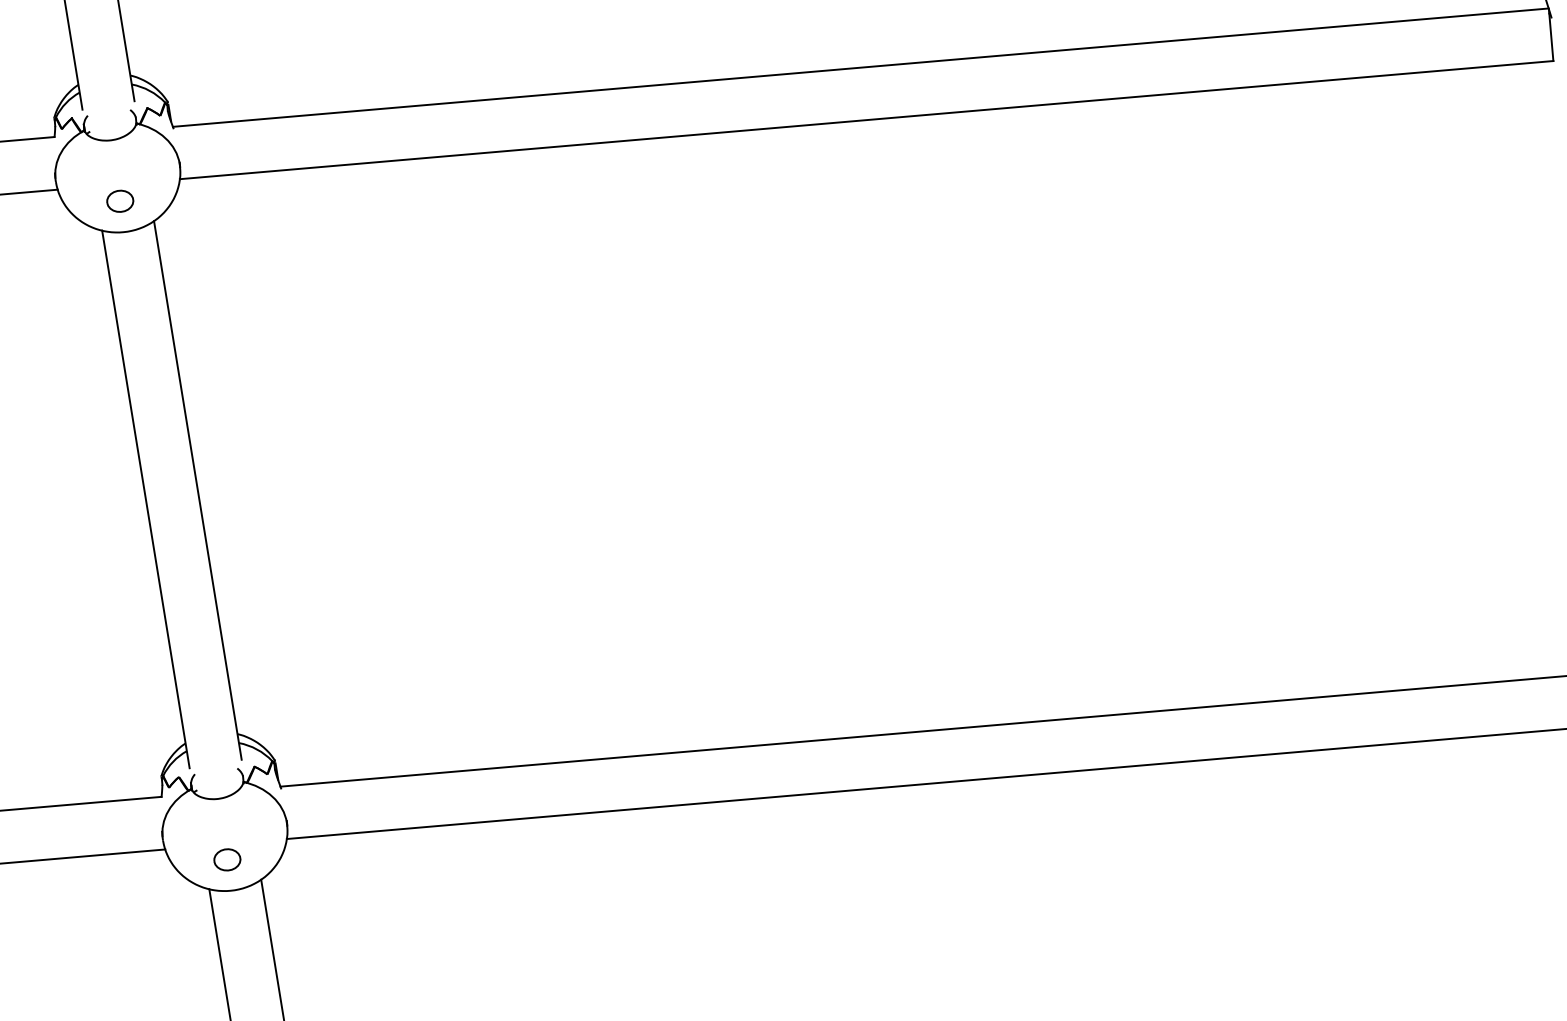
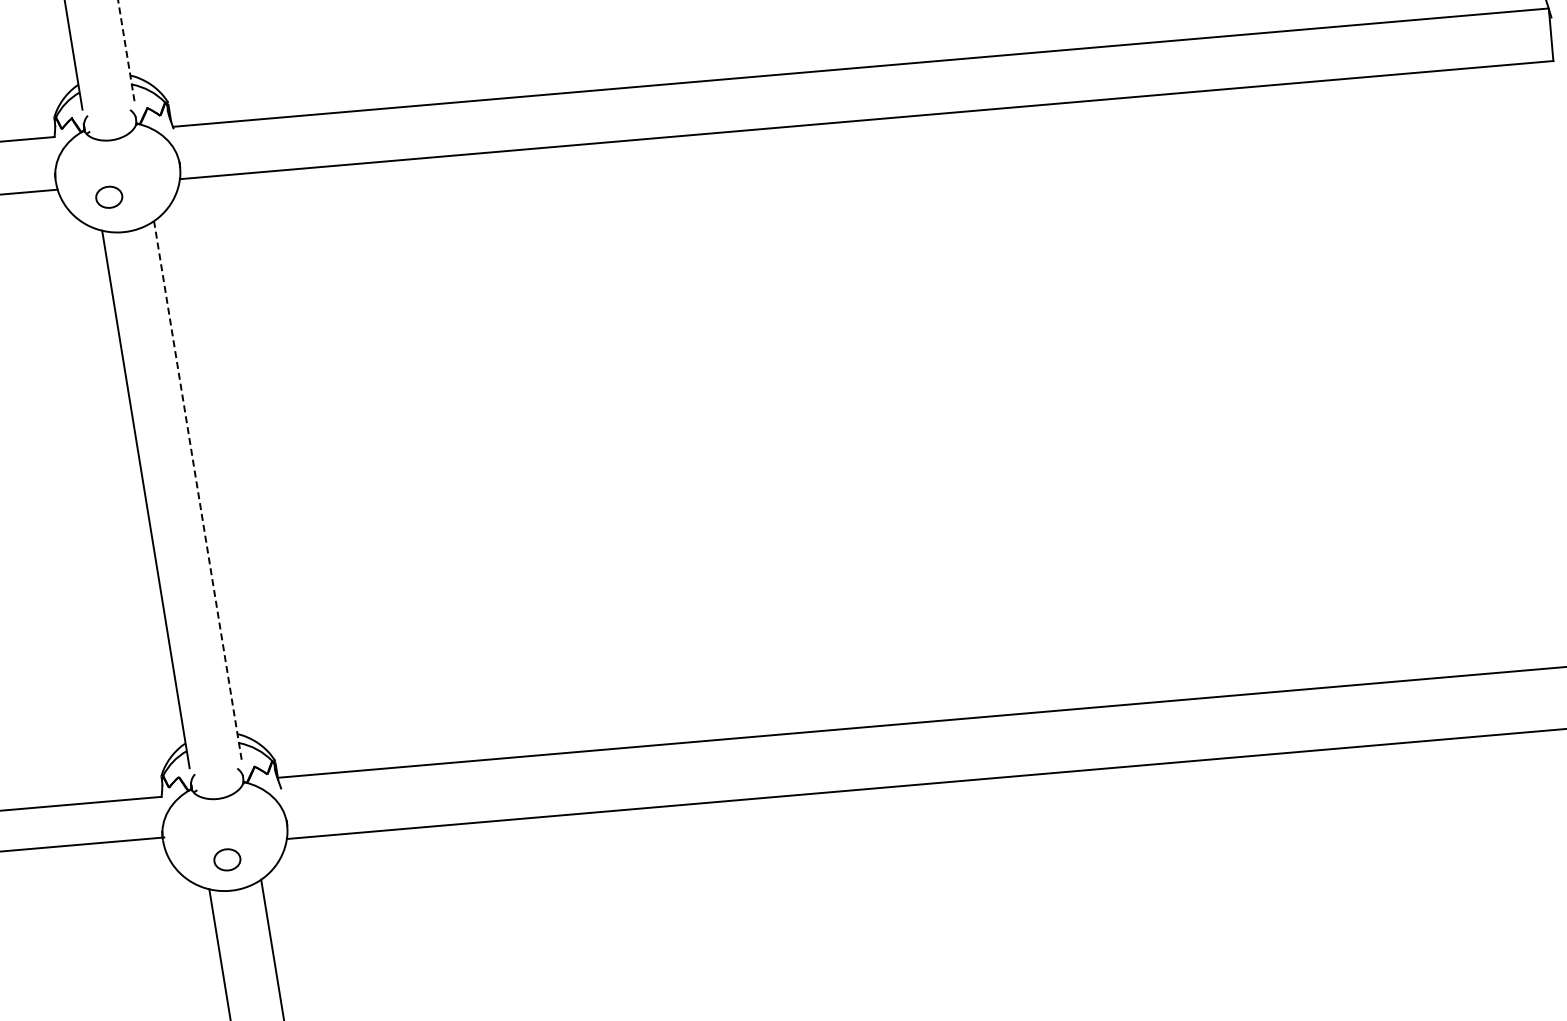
line at (126, 50): solid -> dashed
part at (120, 200) position: (120, 200) -> (109, 196)
line at (197, 490): solid -> dashed
line at (921, 731) position: (921, 731) -> (921, 722)
line at (83, 856) position: (83, 856) -> (83, 844)
